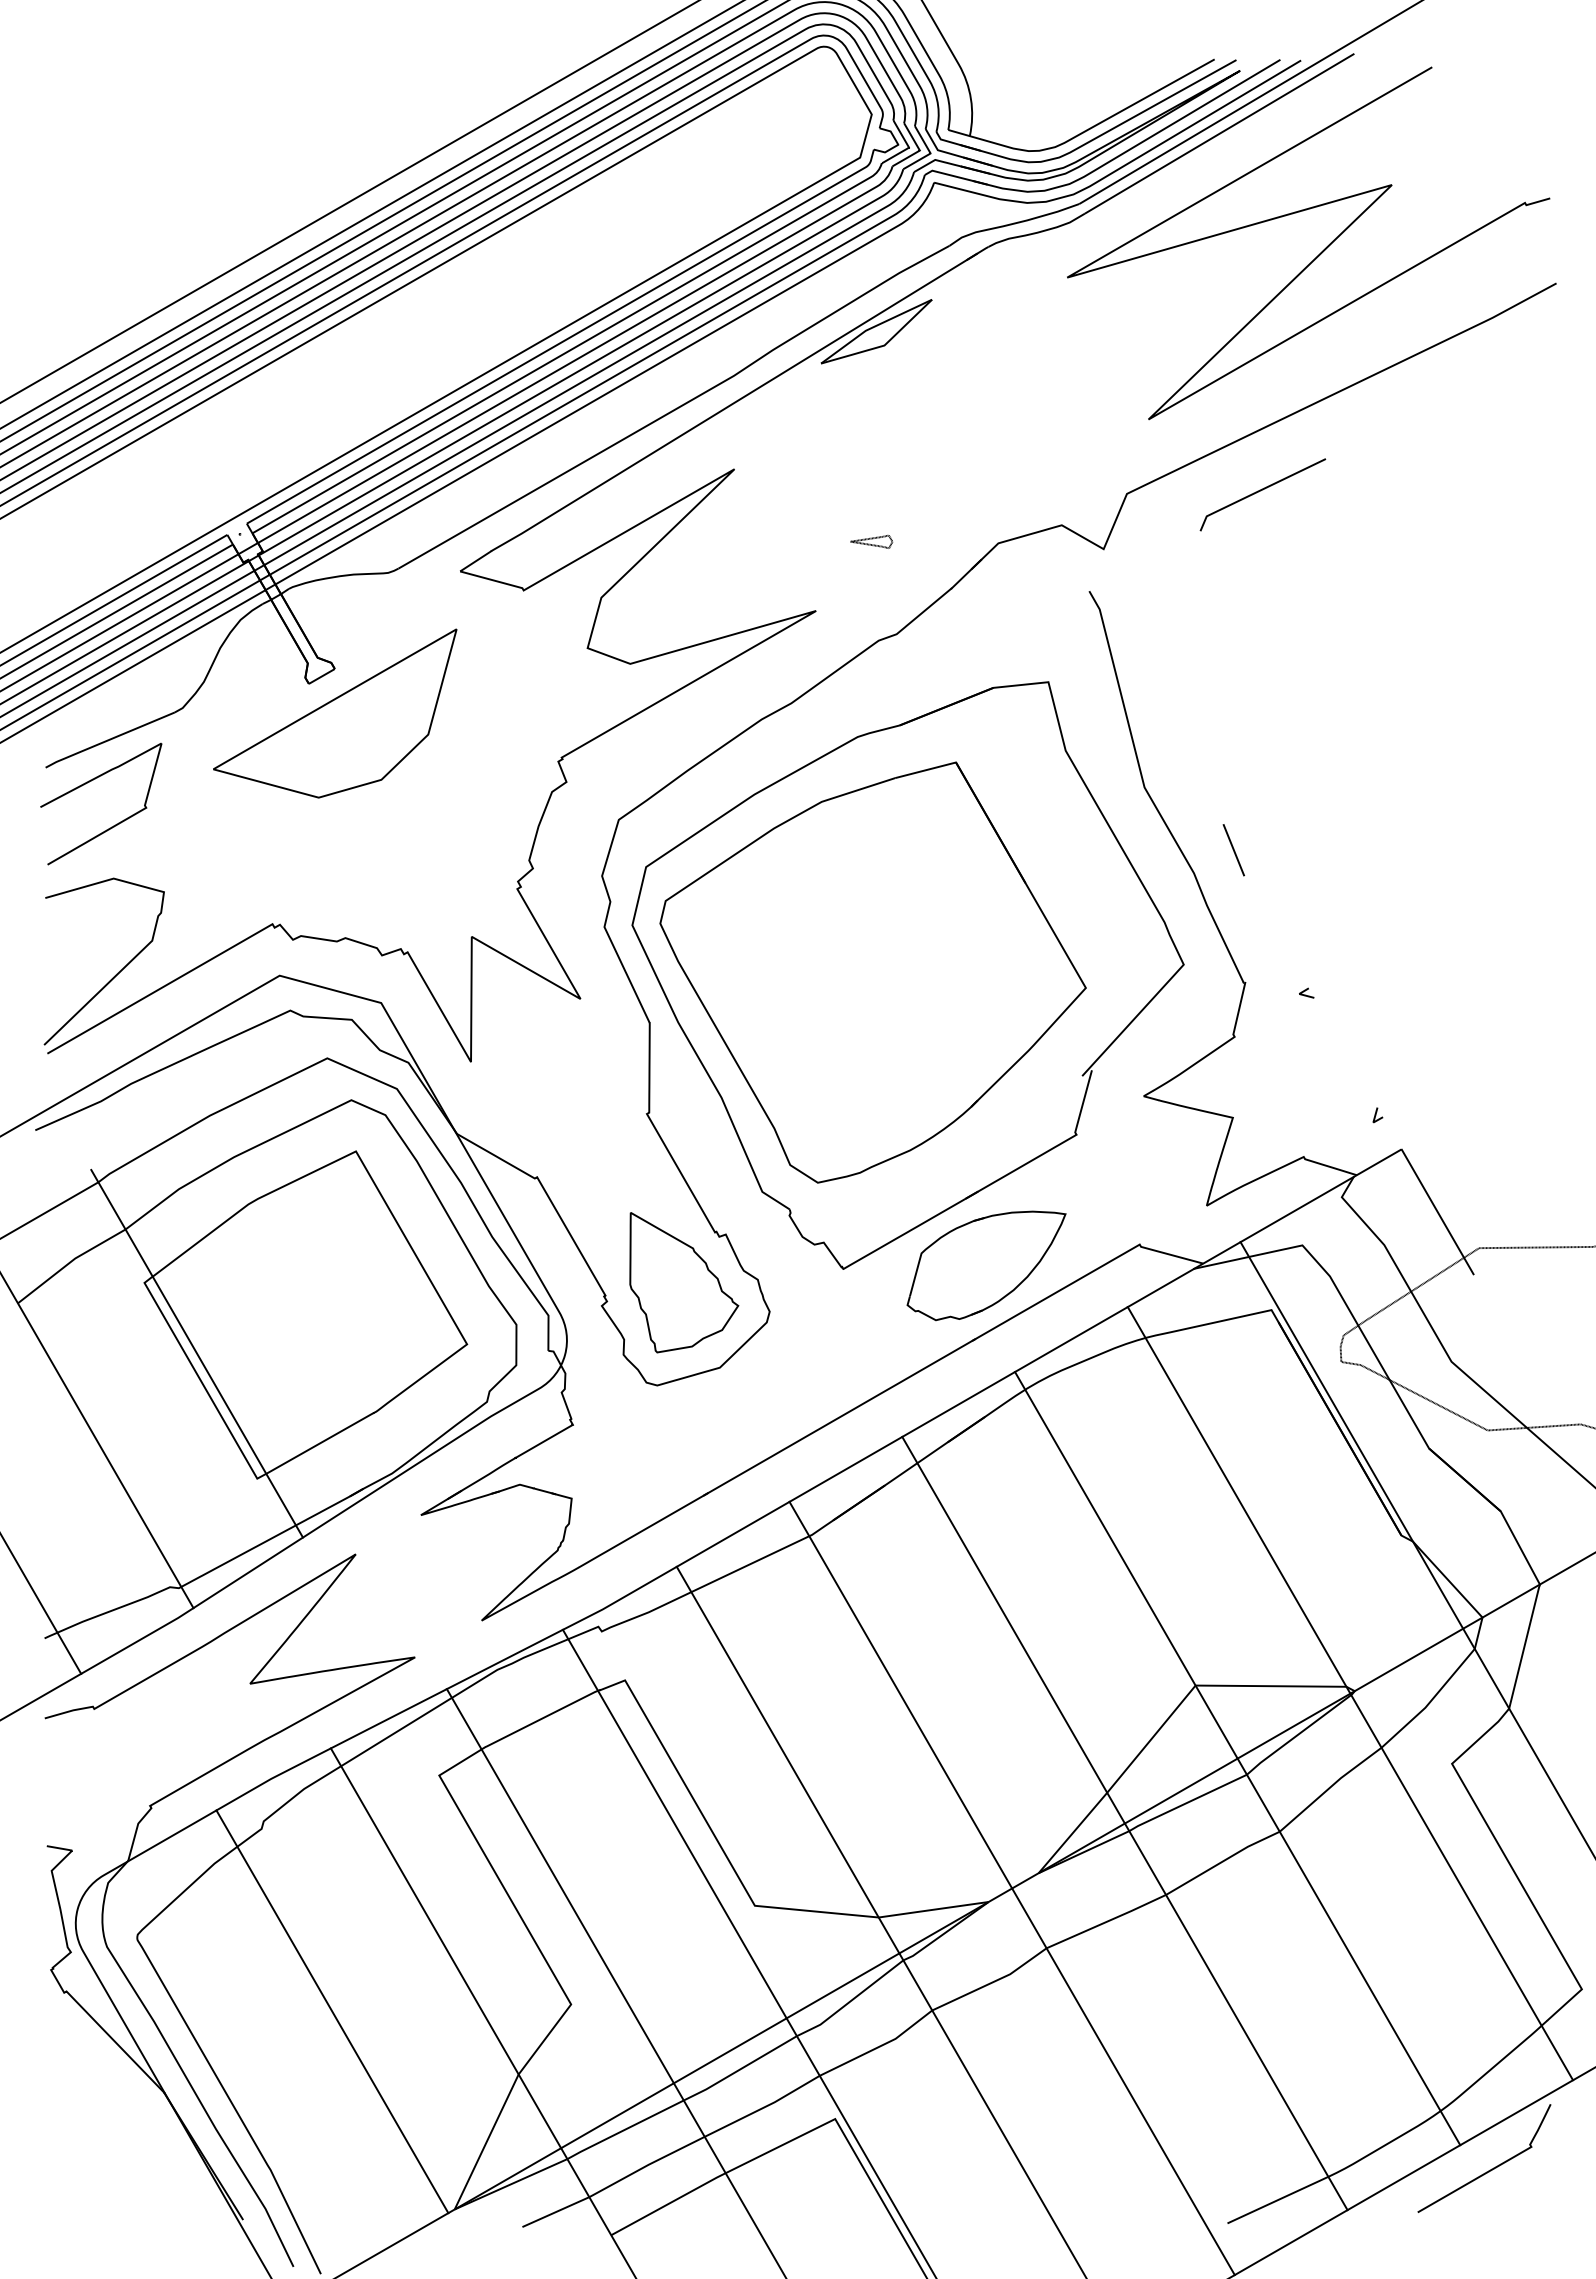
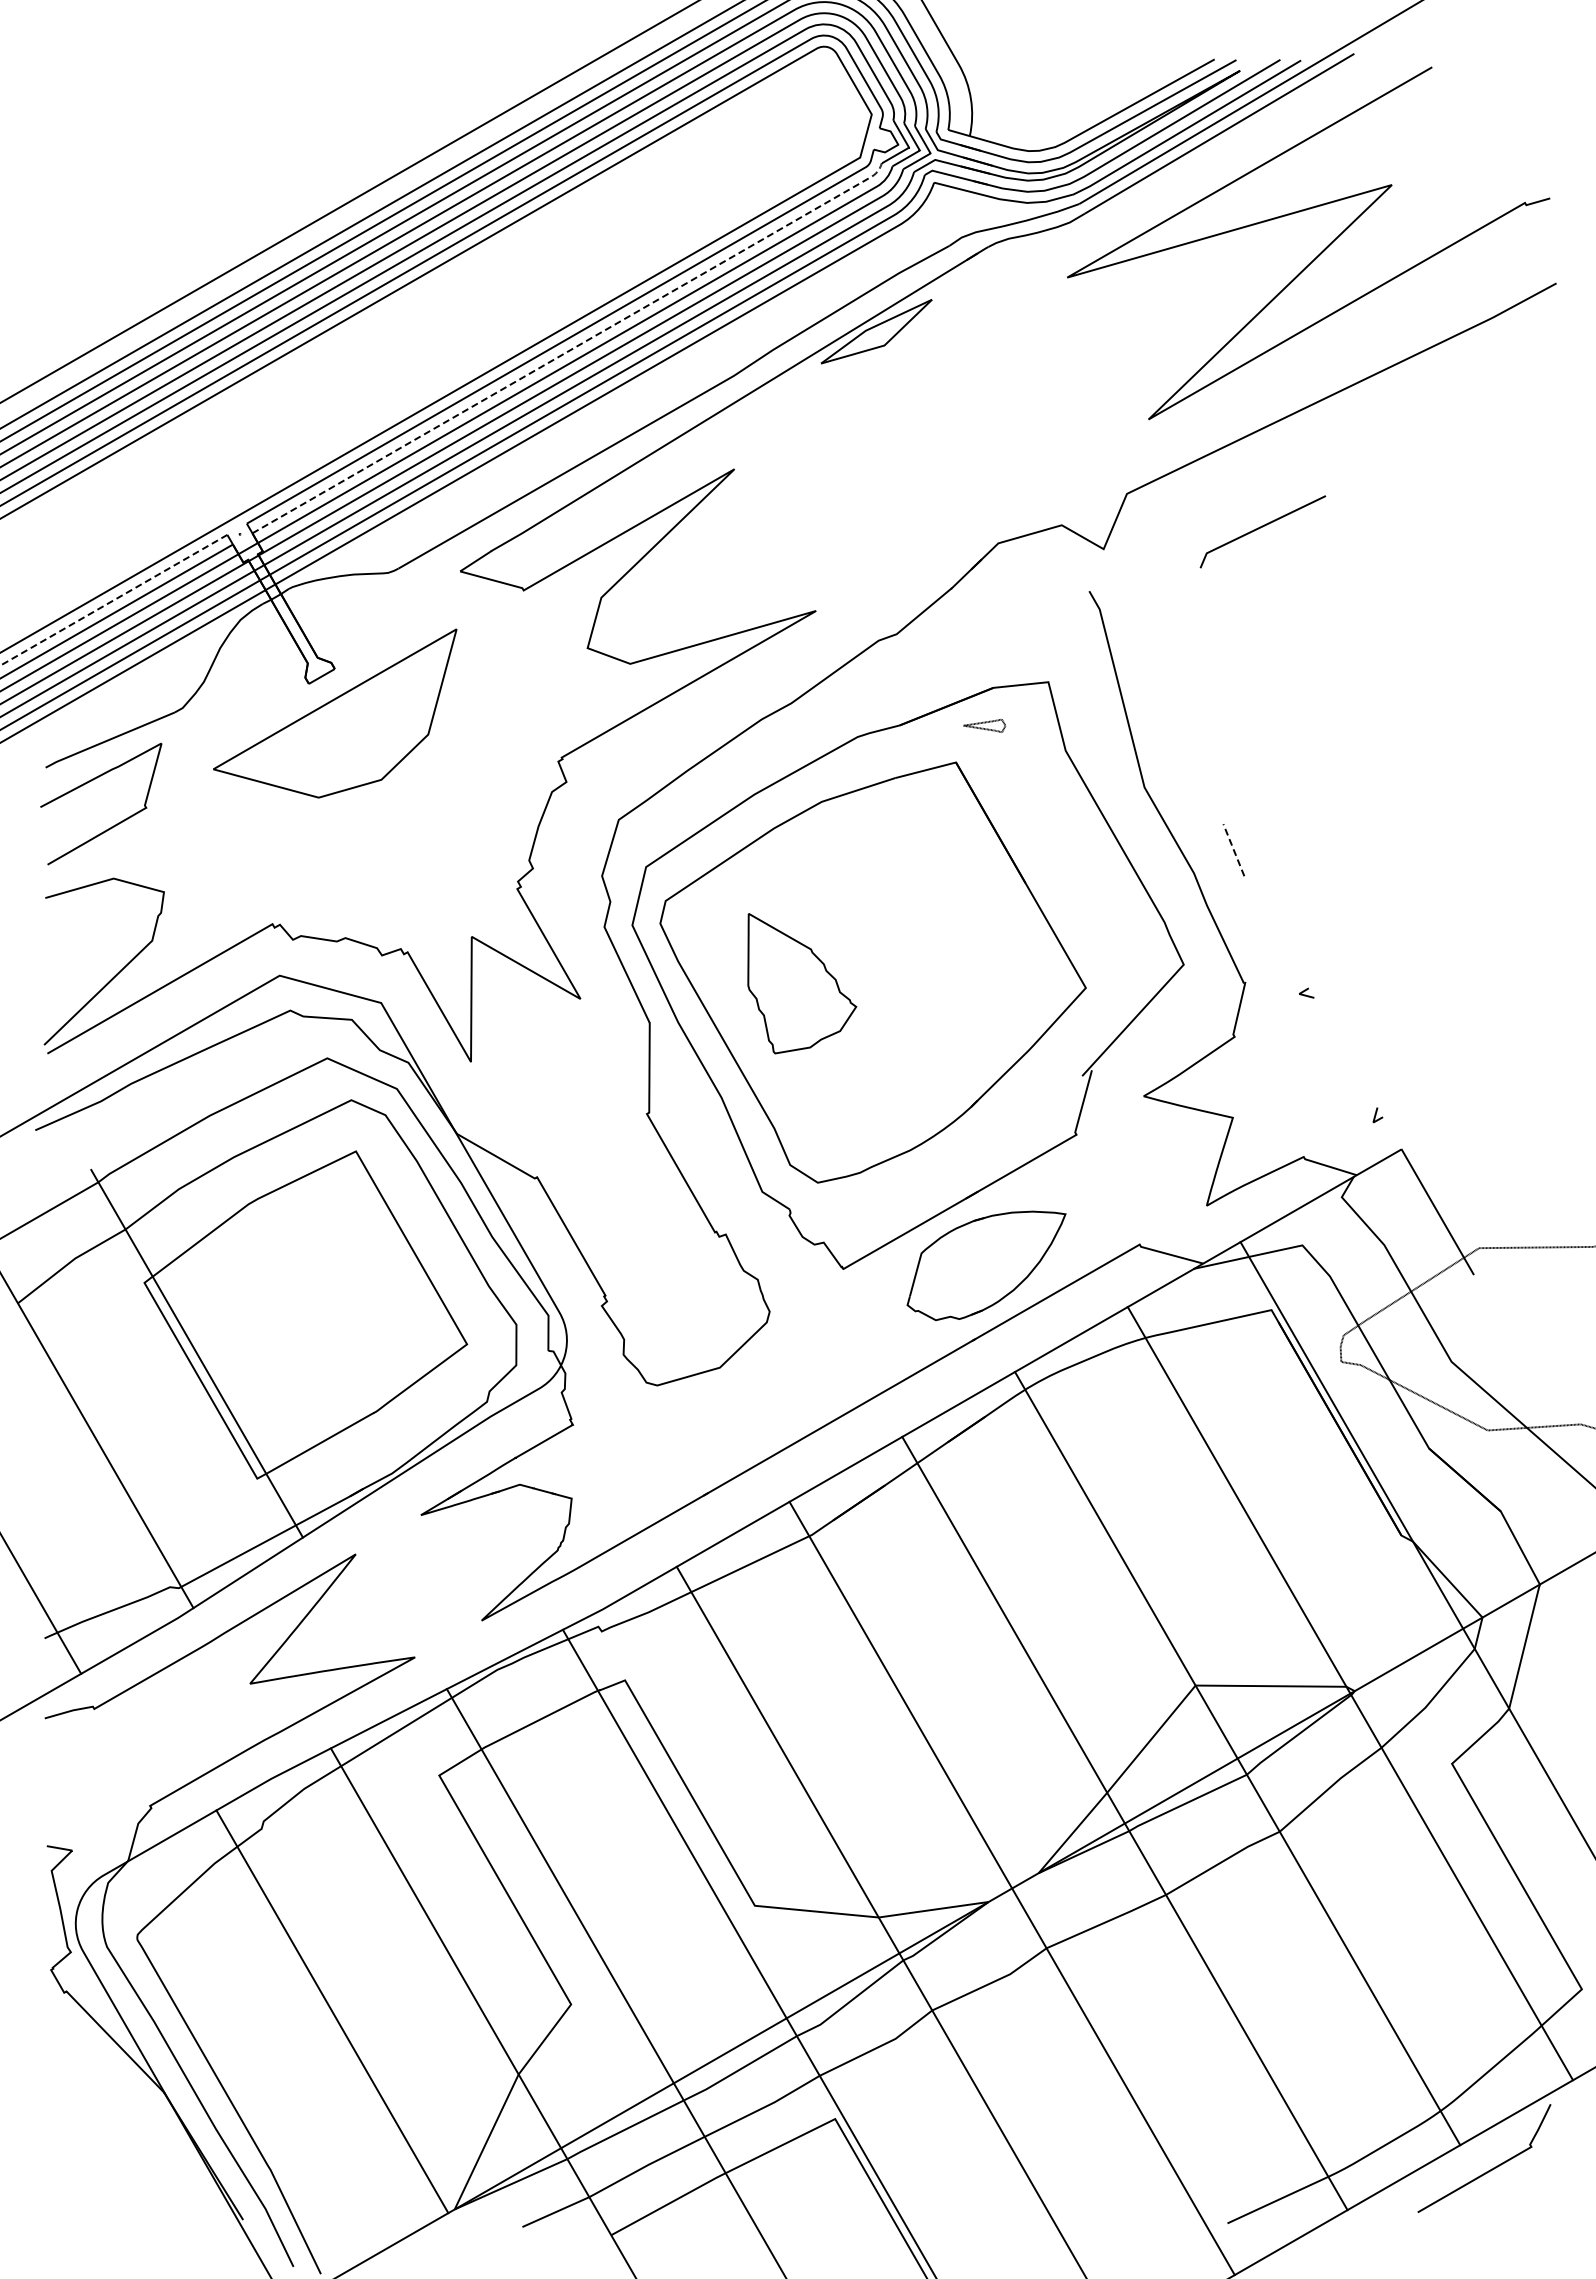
line at (573, 348): solid -> dashed
curve at (1260, 491) position: (1260, 491) -> (1260, 528)
part at (871, 541) position: (871, 541) -> (984, 725)
line at (113, 600): solid -> dashed
line at (1233, 849): solid -> dashed
part at (684, 1282) position: (684, 1282) -> (802, 983)
